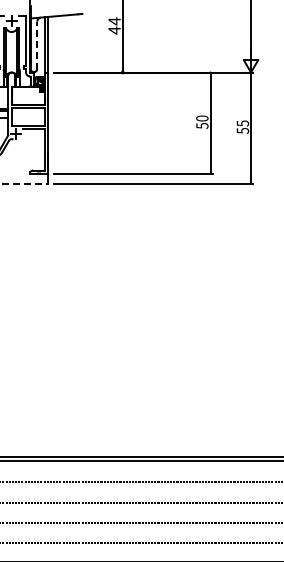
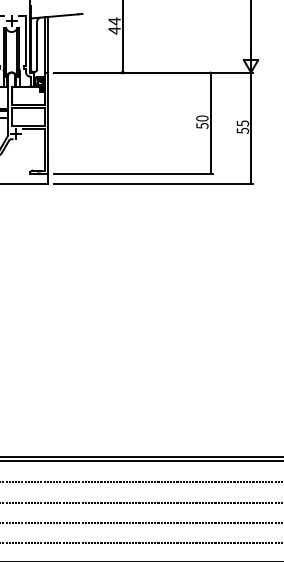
line at (37, 45): dashed -> solid
line at (24, 184): dashed -> solid
